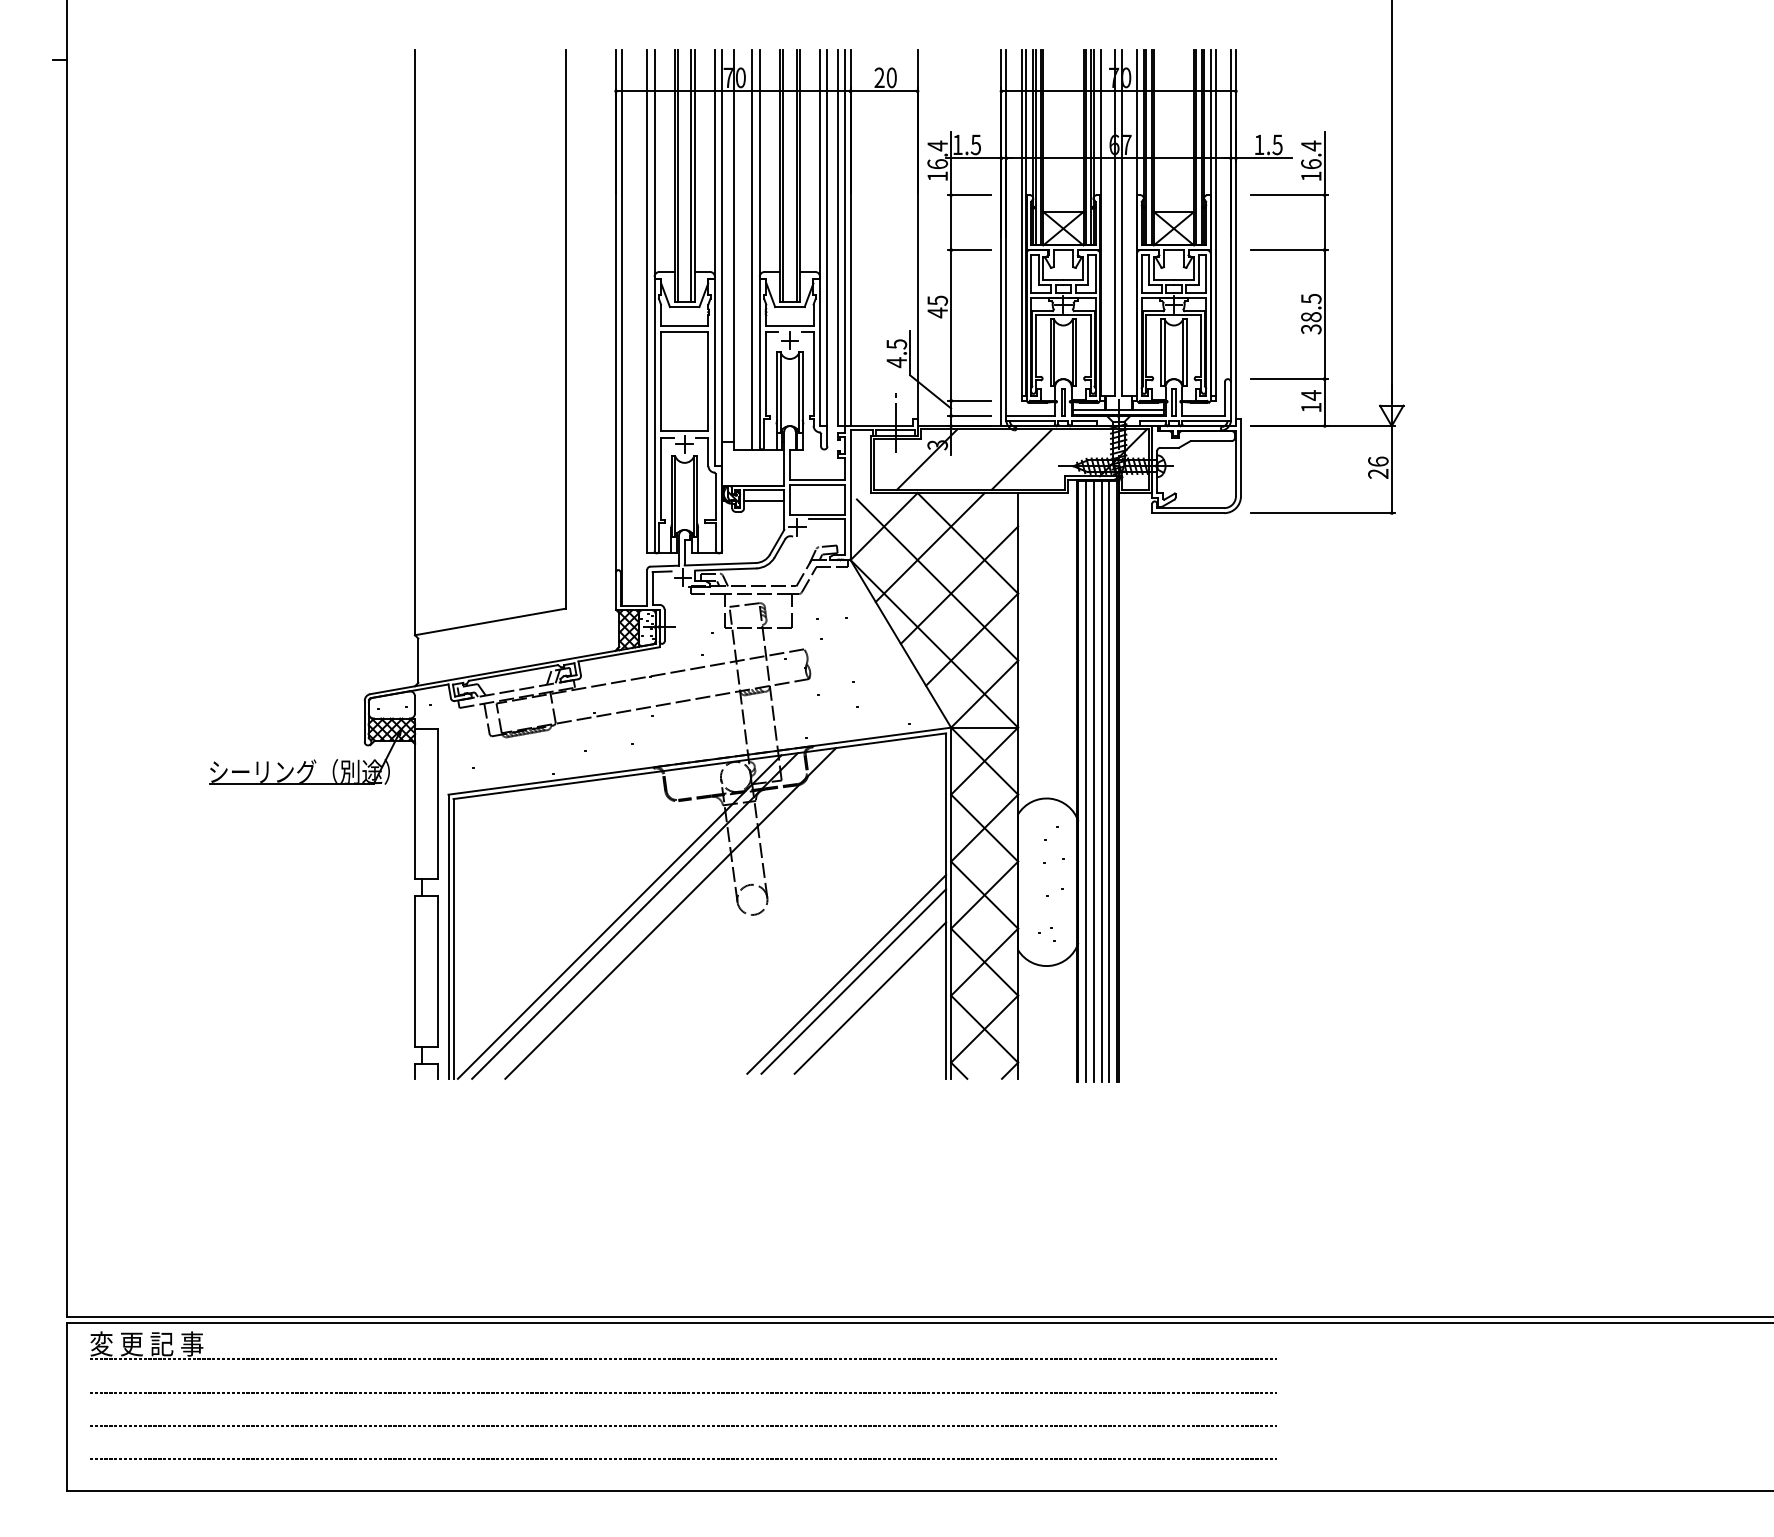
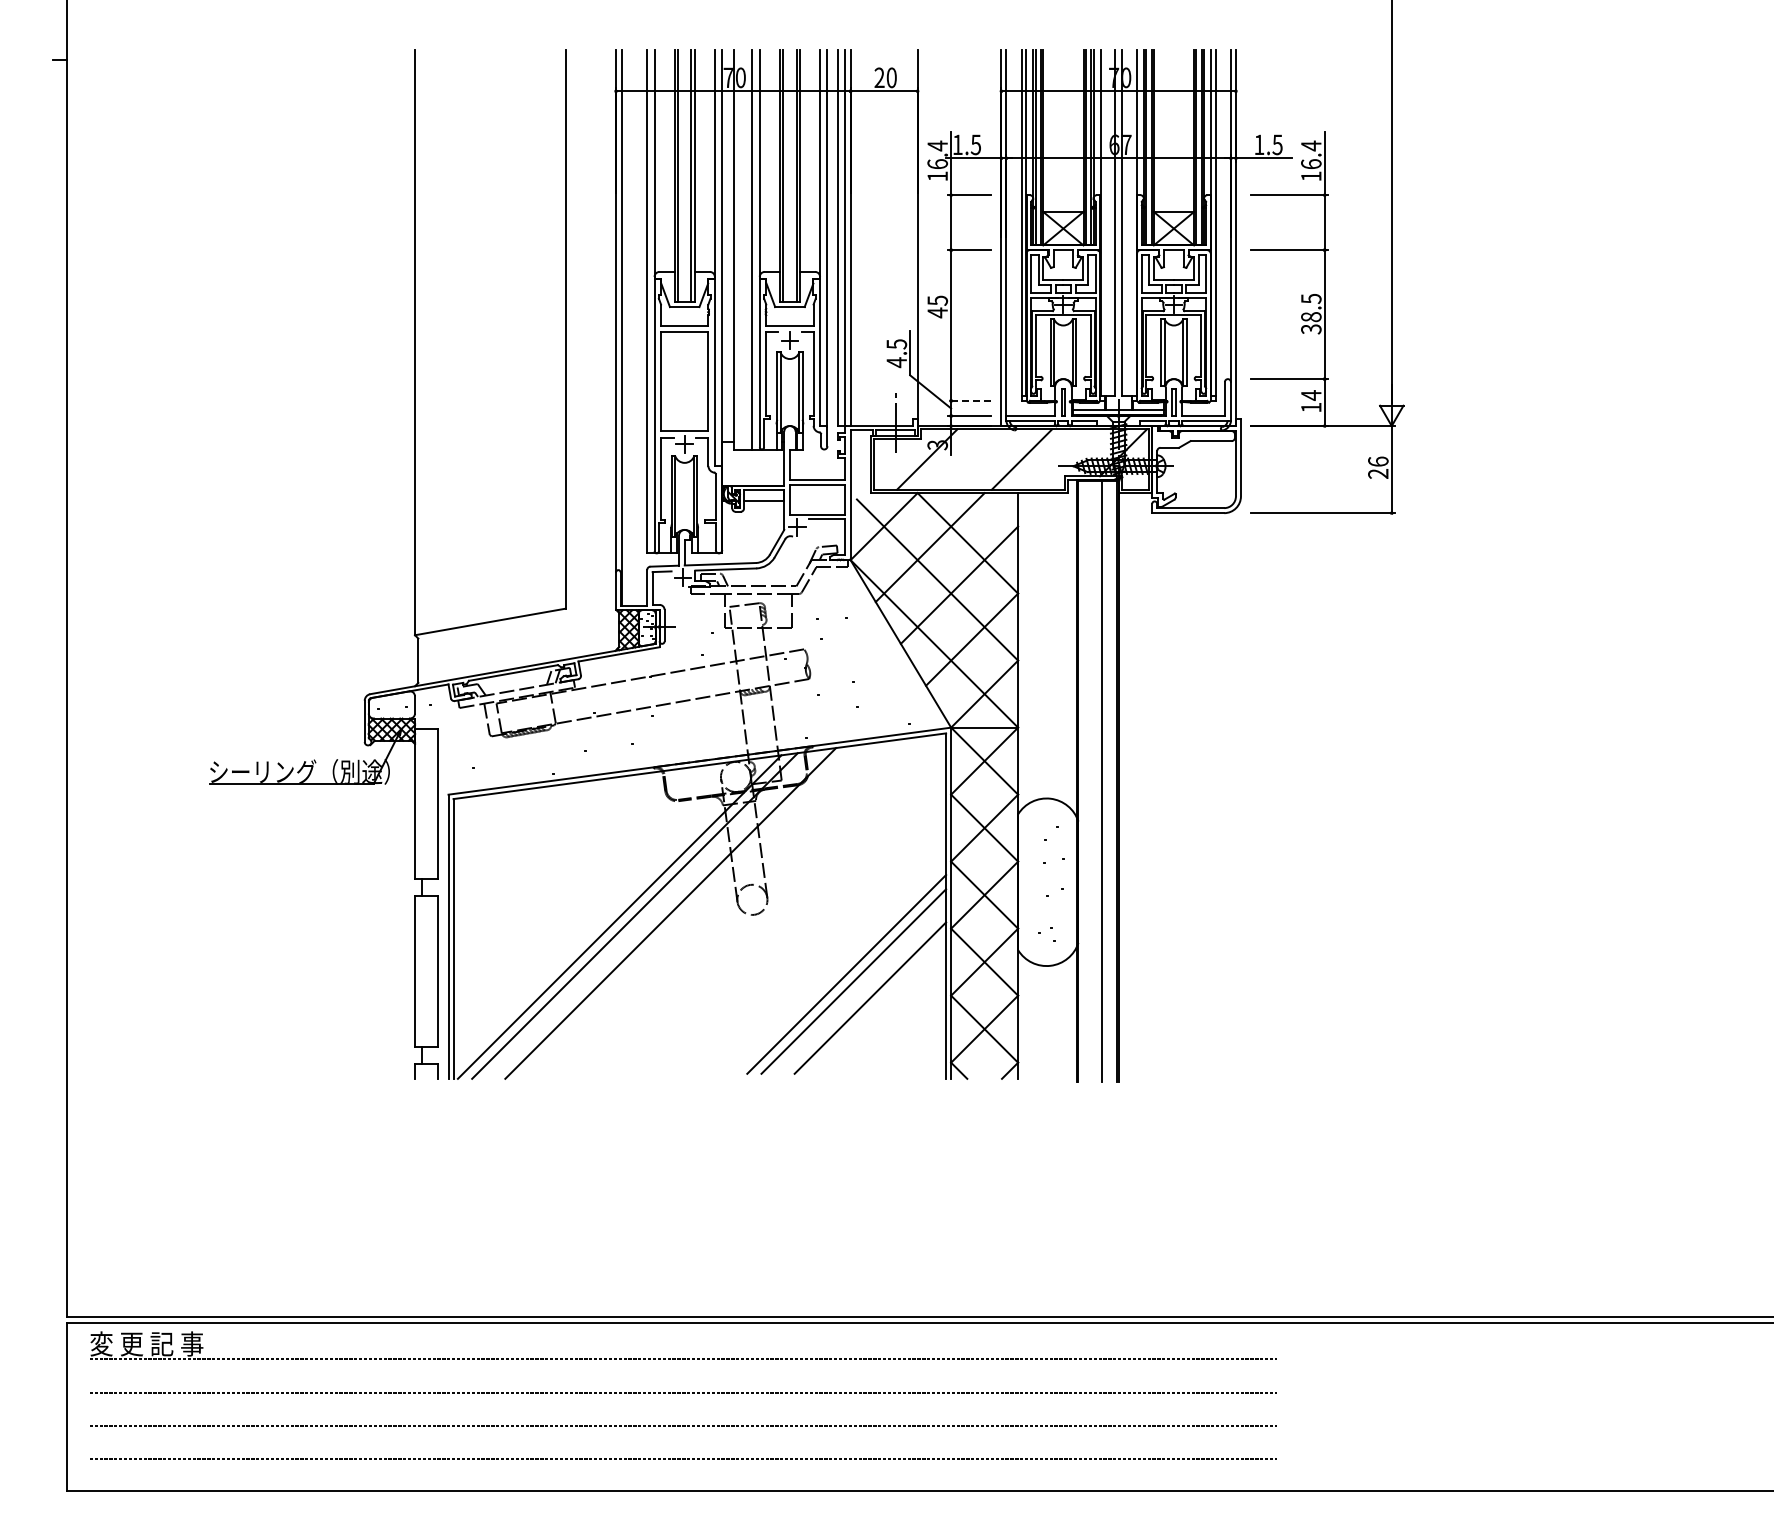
line at (969, 400): solid -> dashed
line at (1086, 781): present -> none
line at (1093, 781): present -> none
line at (1109, 781): present -> none
